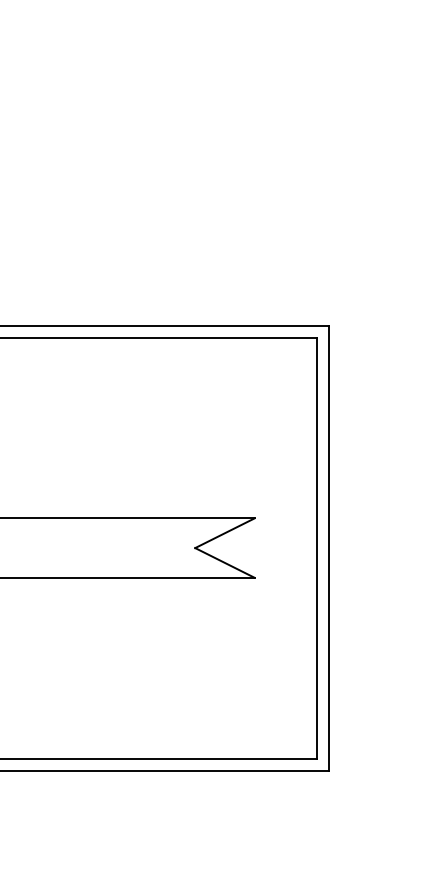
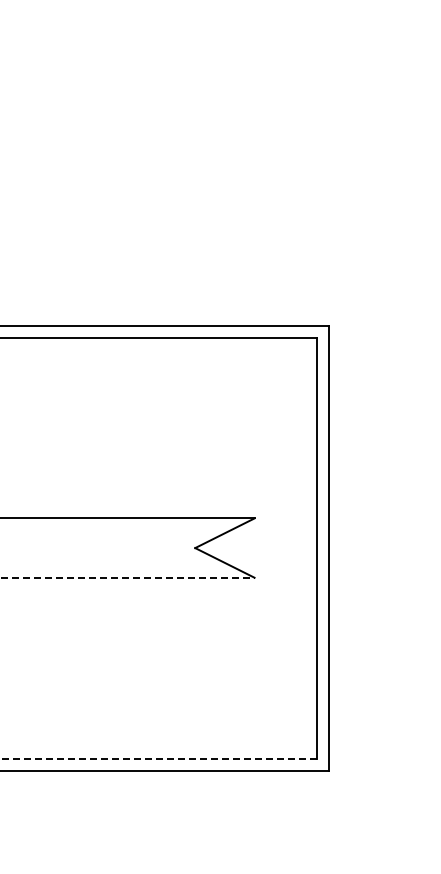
line at (127, 577): solid -> dashed
line at (158, 758): solid -> dashed
